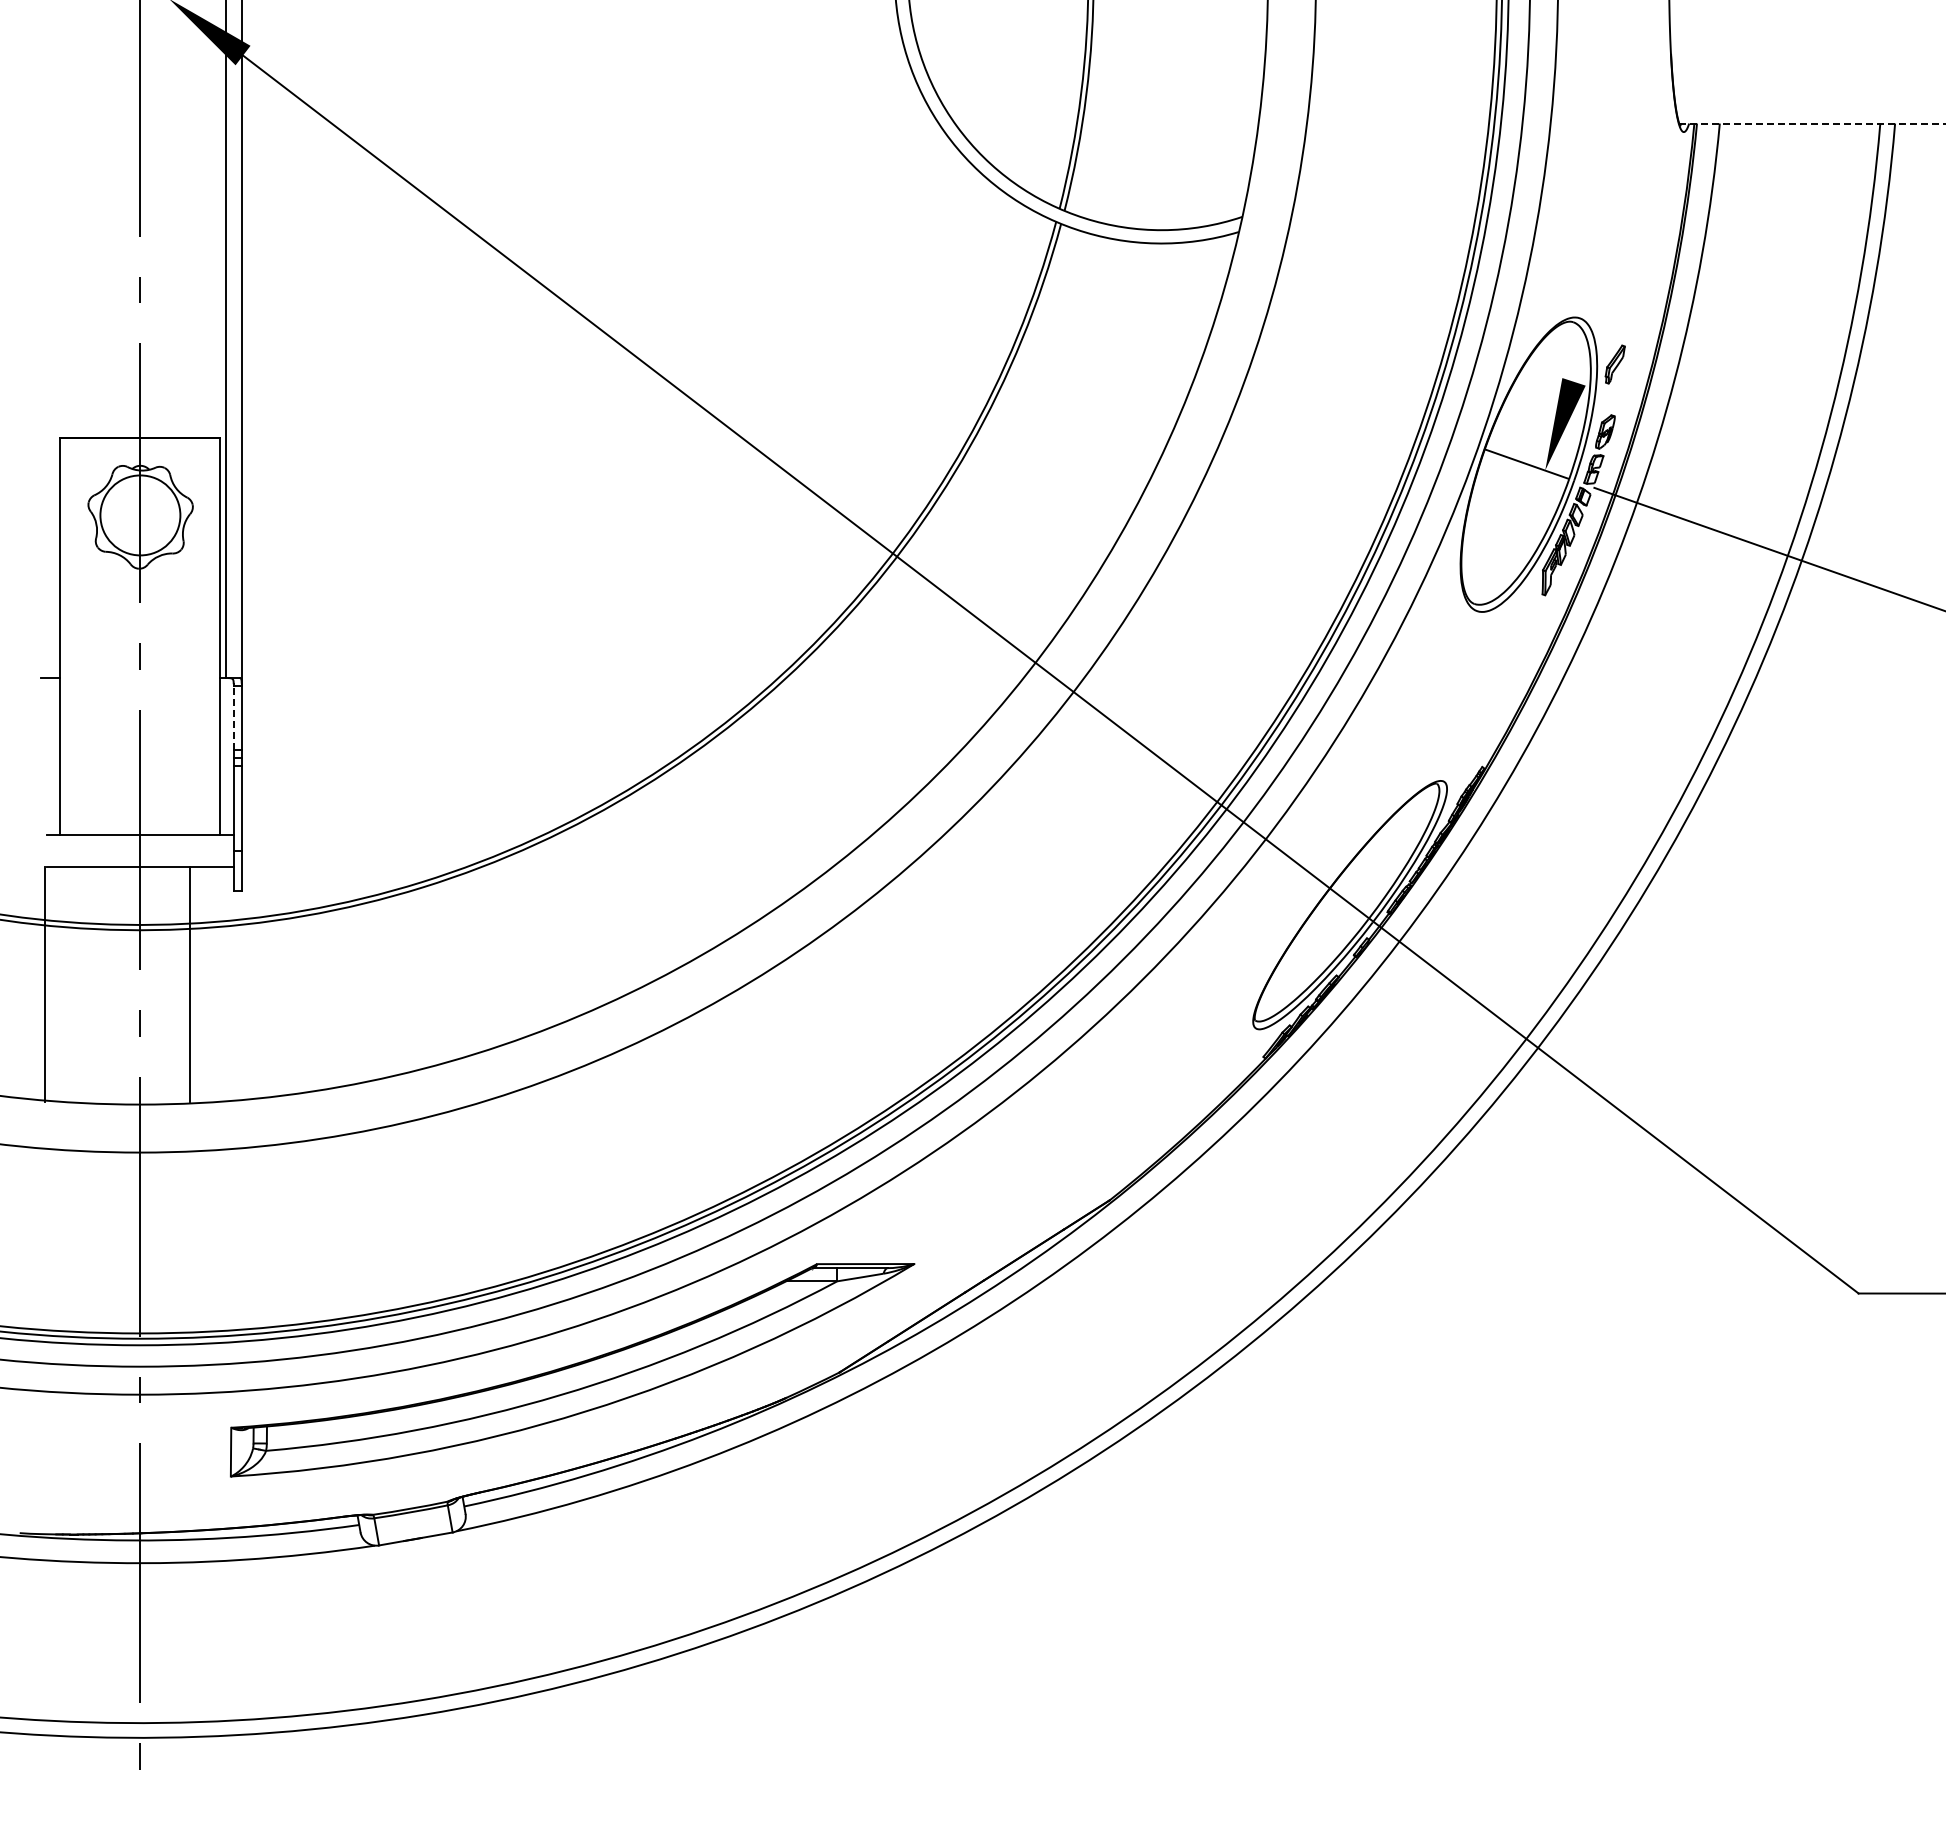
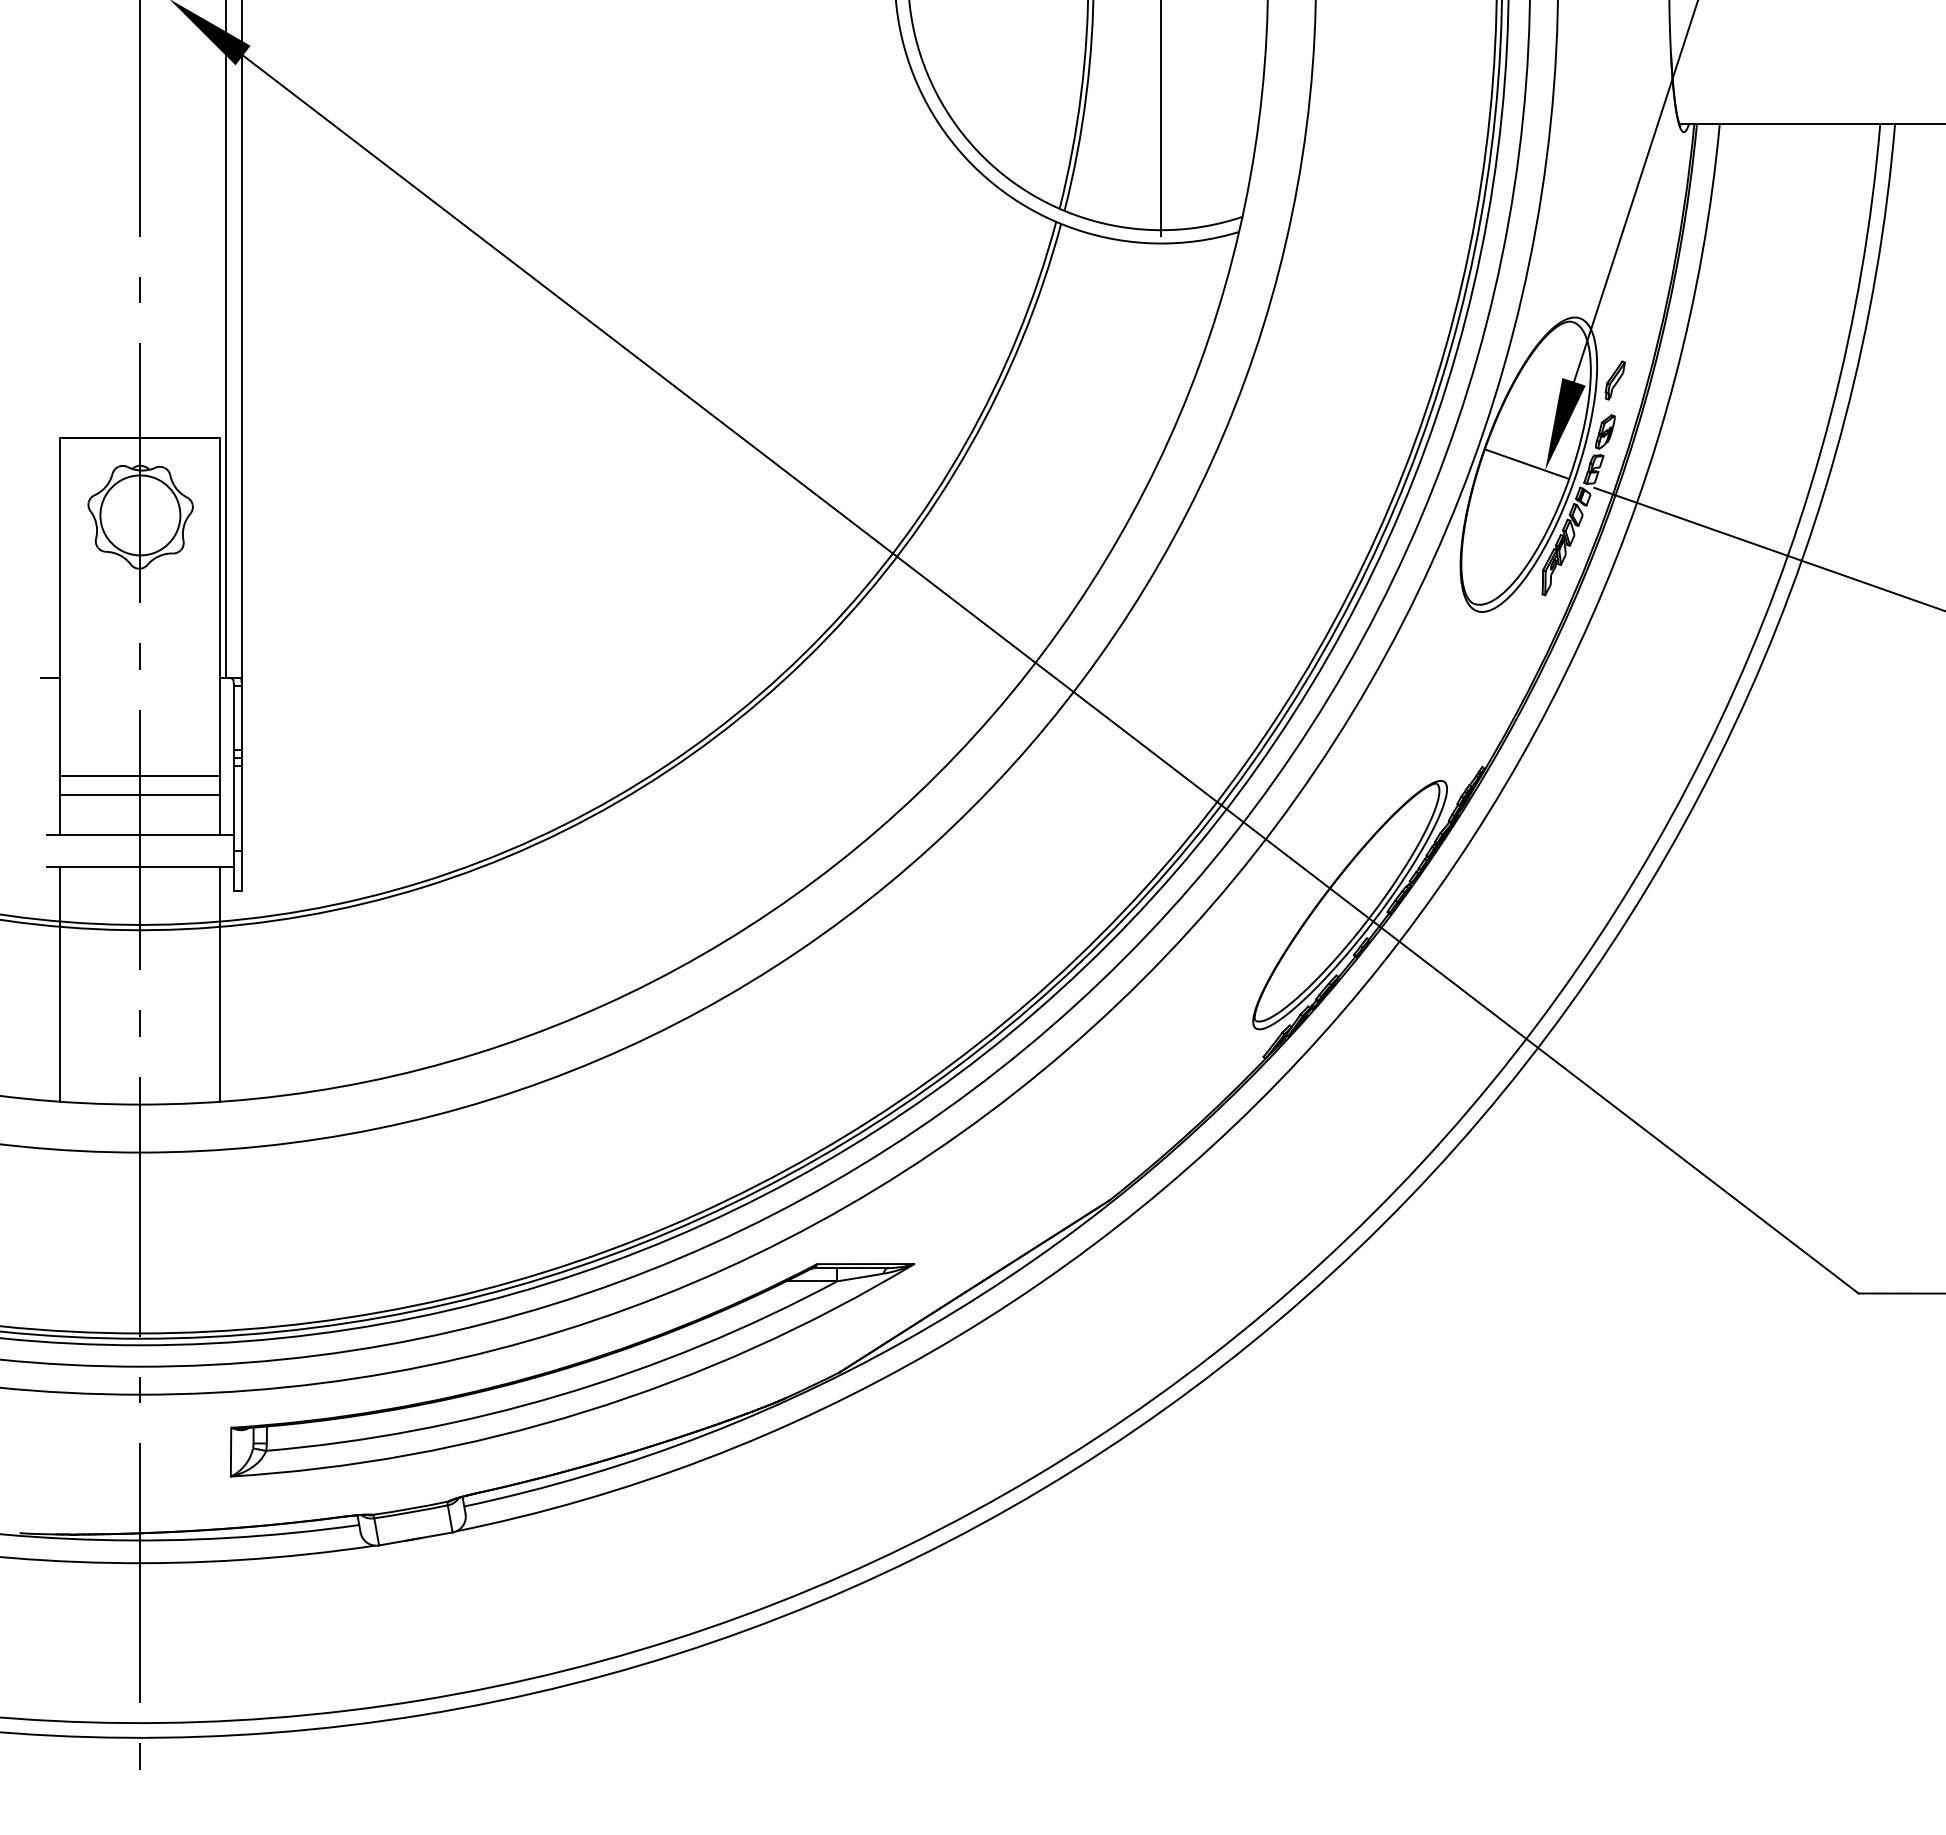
line at (1812, 123): dashed -> solid
line at (1161, 130): none -> present
line at (1635, 191): none -> present
part at (1614, 364) position: (1614, 364) -> (1614, 380)
line at (233, 718): dashed -> solid
line at (140, 776): none -> present
line at (140, 794): none -> present
line at (45, 984) position: (45, 984) -> (60, 984)
line at (190, 984) position: (190, 984) -> (220, 984)
